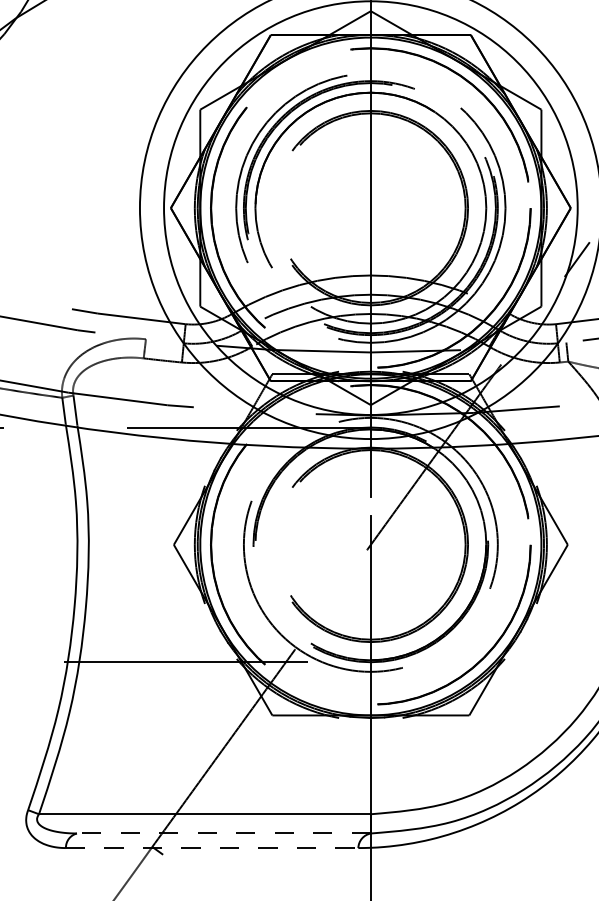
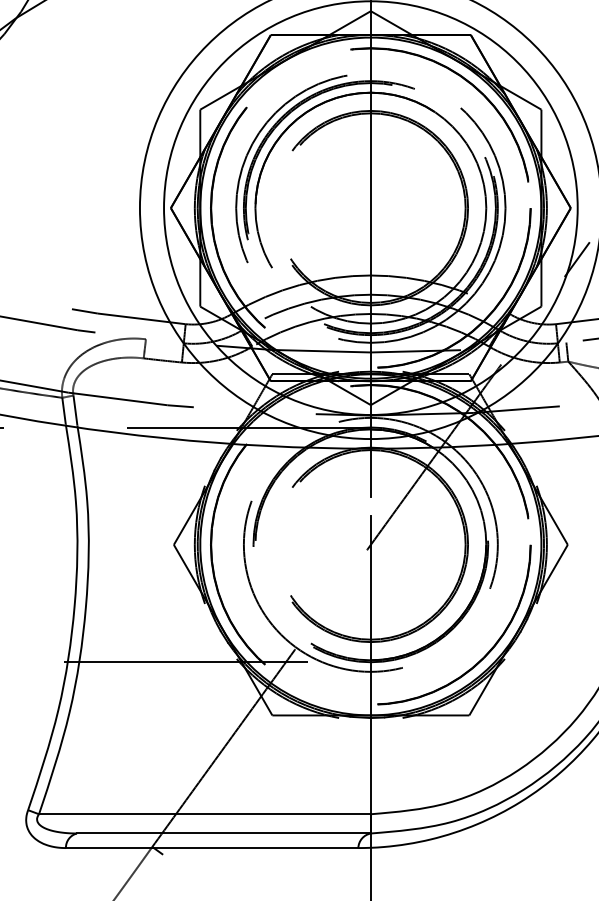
line at (223, 833): dashed -> solid
line at (212, 848): dashed -> solid
